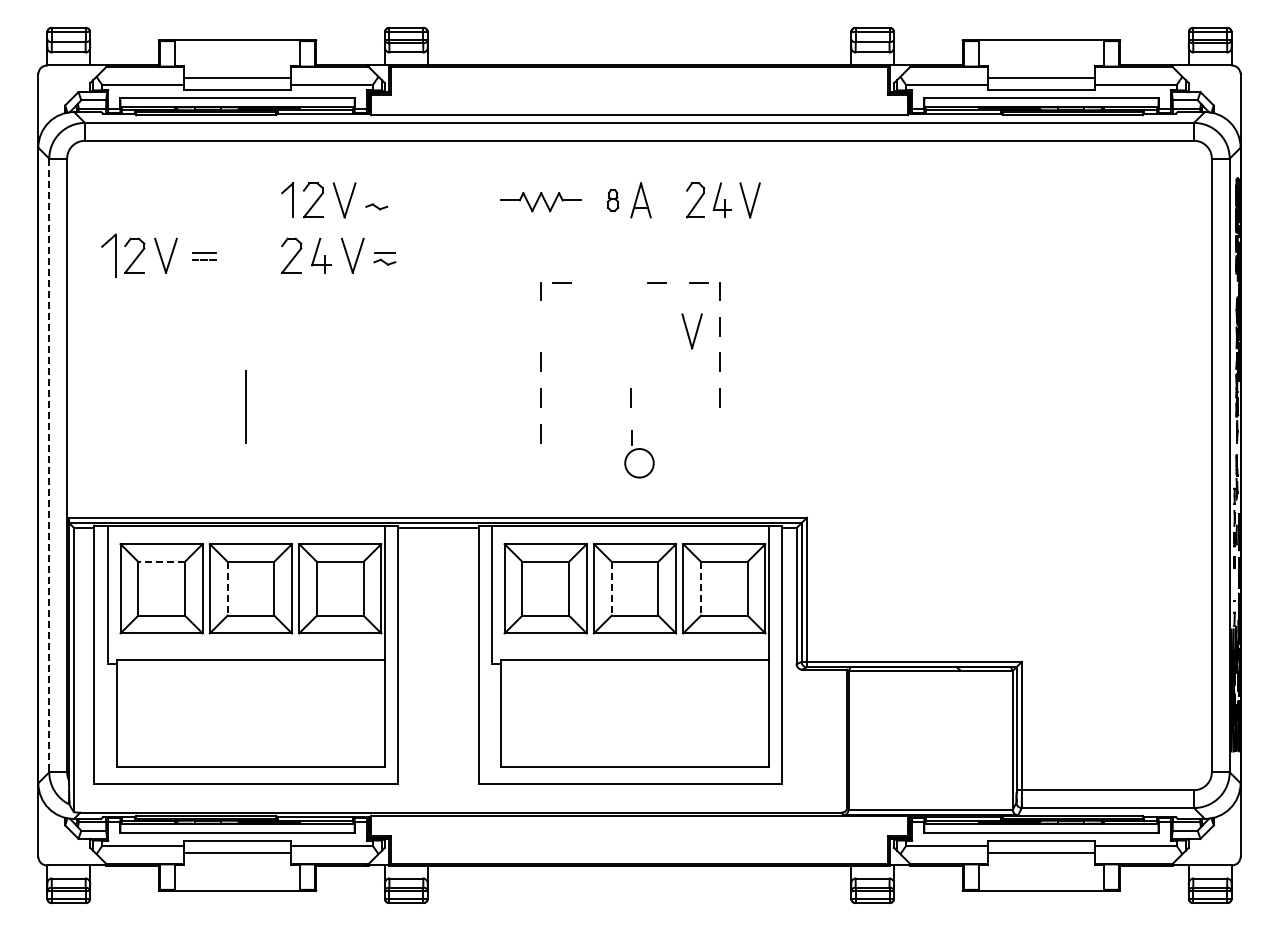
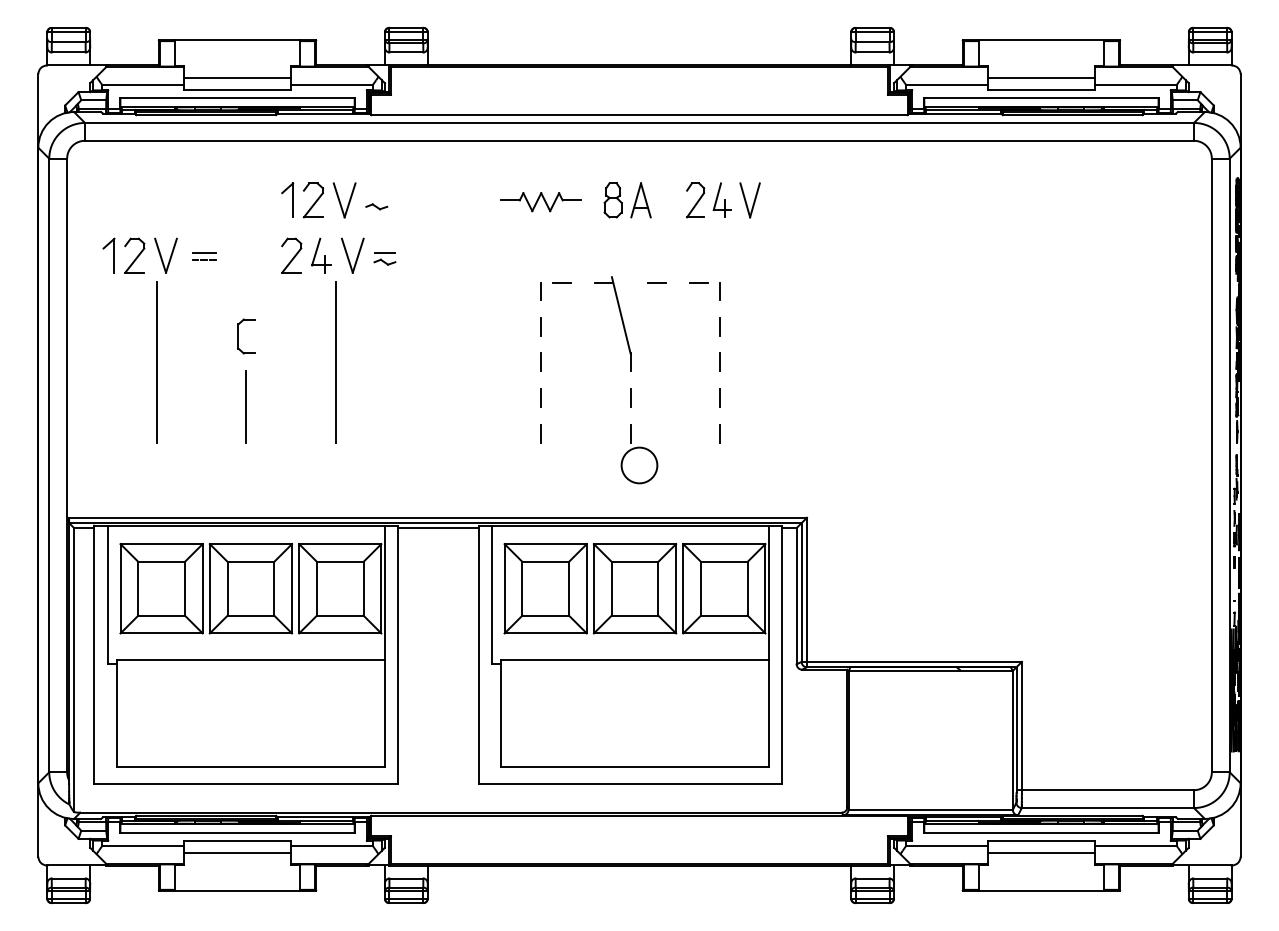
part at (612, 200) size: 14x23 px -> 20x37 px
part at (108, 255) size: 16x45 px -> 14x37 px
part at (621, 321): none -> present
line at (540, 326): none -> present
part at (691, 331): present -> none
part at (238, 336): none -> present
line at (157, 362): none -> present
line at (335, 362): none -> present
line at (719, 433): none -> present
part at (639, 454) size: 31x49 px -> 39x61 px
line at (49, 465): dashed -> solid
line at (161, 561): dashed -> solid
line at (227, 588): dashed -> solid
line at (611, 588): dashed -> solid
line at (701, 588): dashed -> solid
